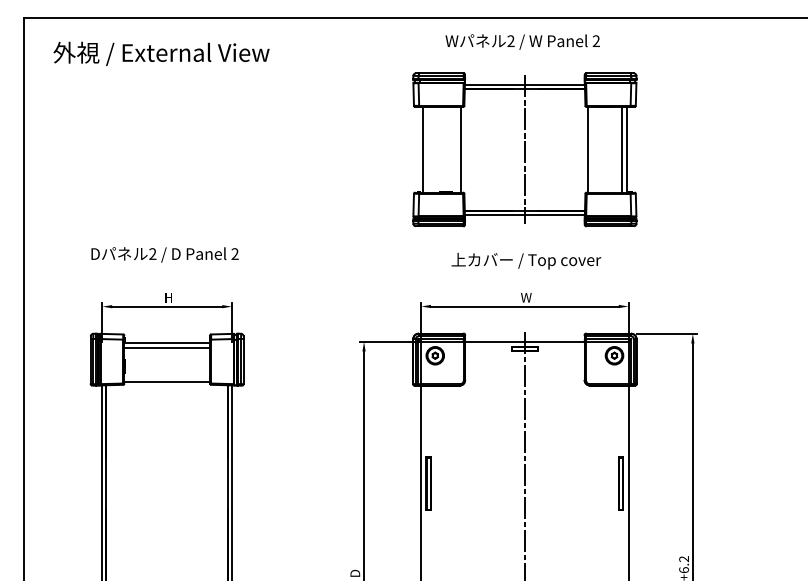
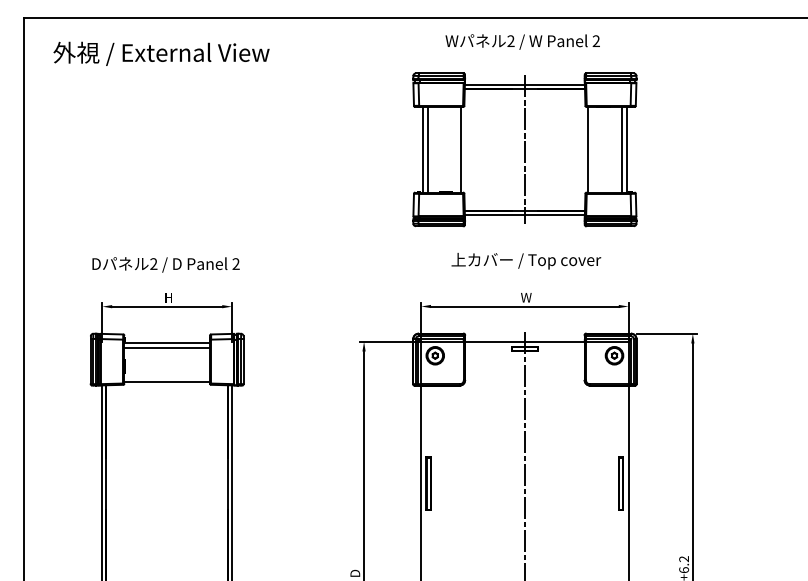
line at (427, 149): none -> present
text at (164, 254) position: (164, 254) -> (165, 264)
